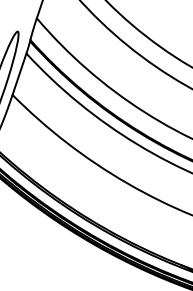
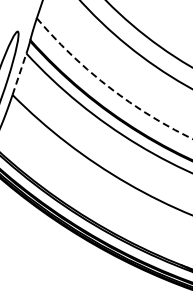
line at (19, 74): solid -> dashed
arc at (109, 87): solid -> dashed
